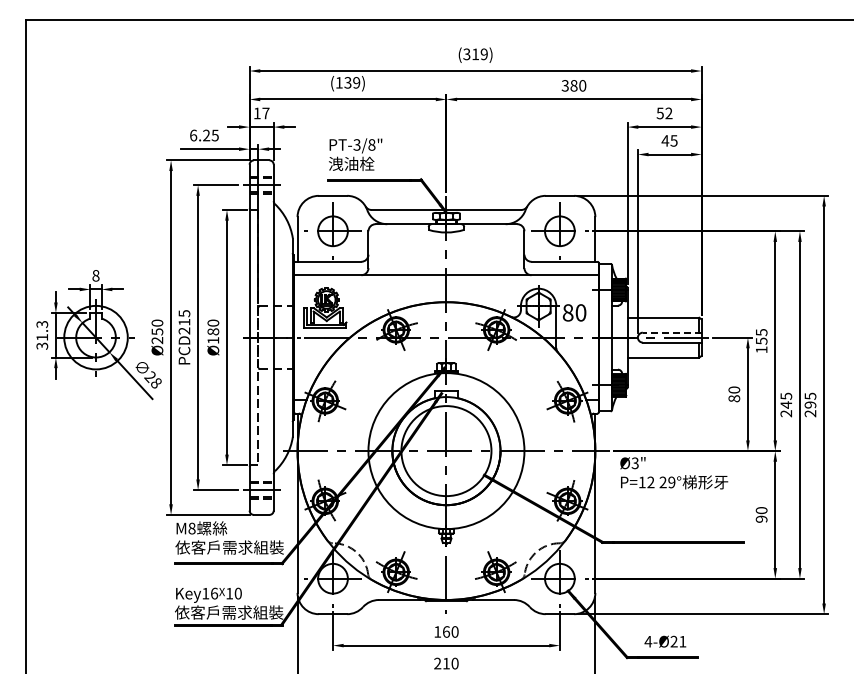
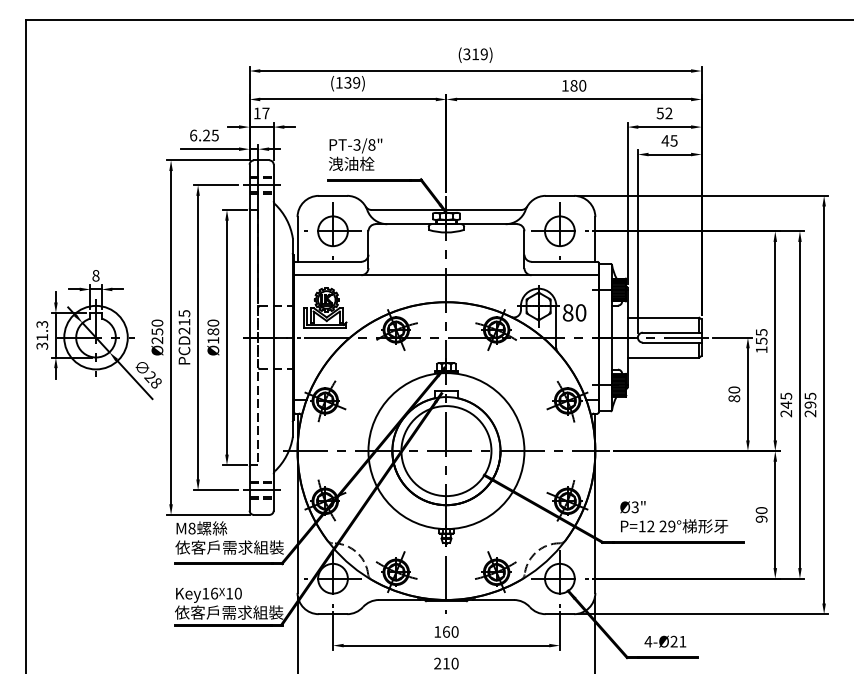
text at (564, 85): 380 -> 180
line at (671, 332): dashed -> solid
text at (674, 473) position: (674, 473) -> (674, 517)
